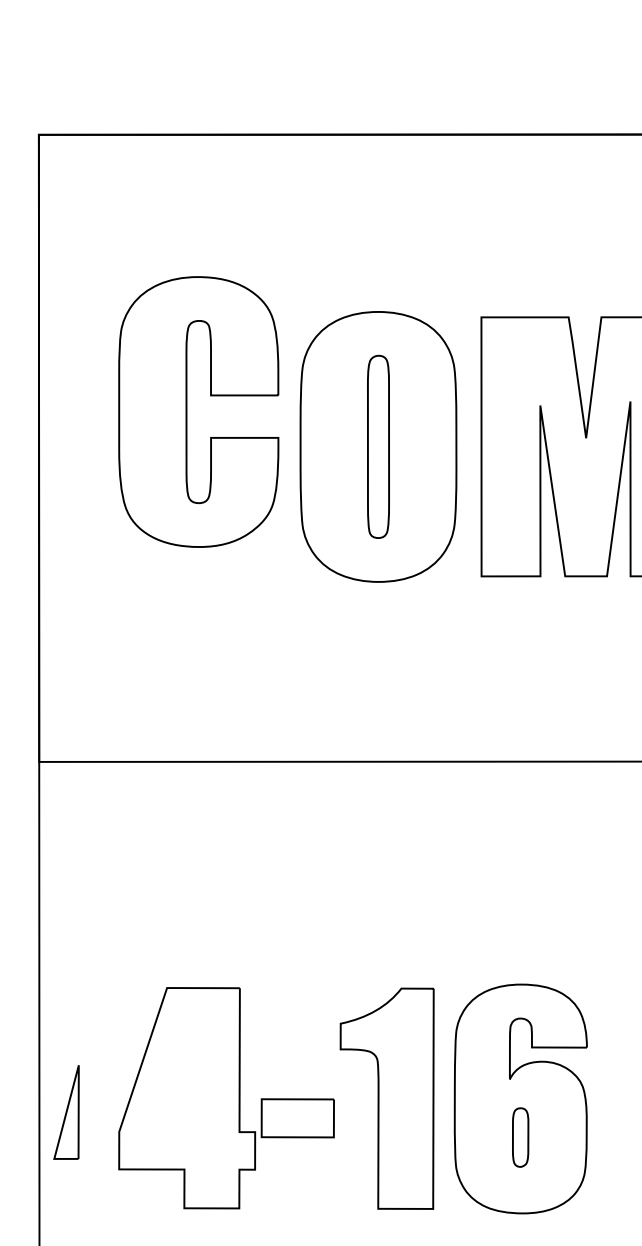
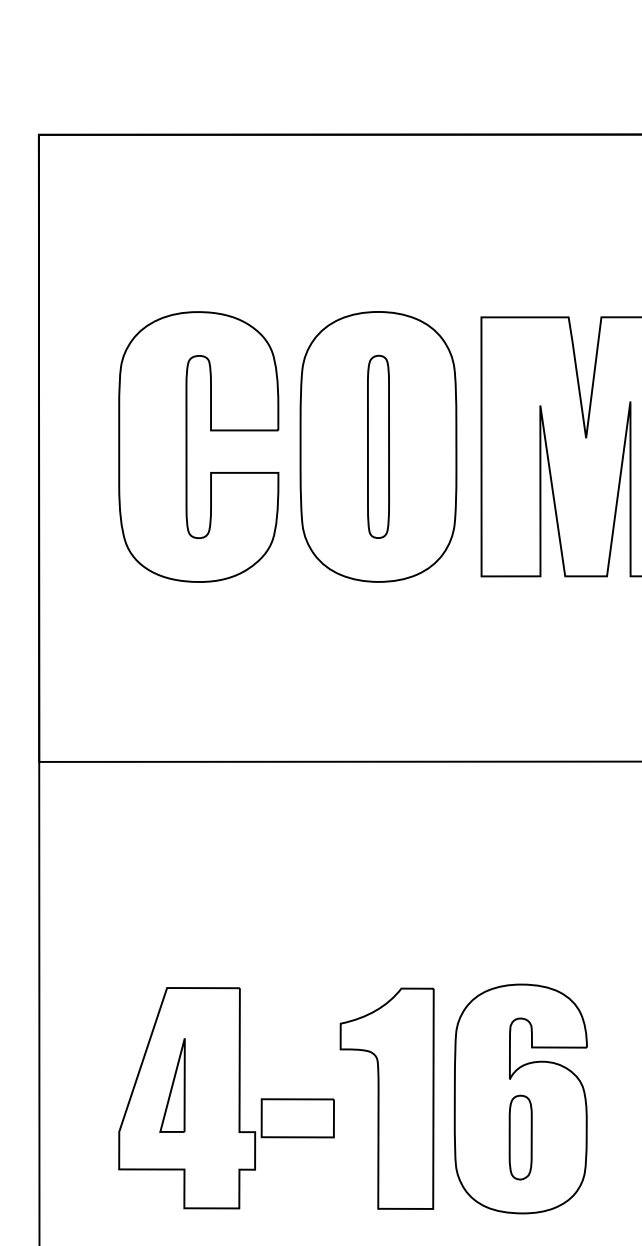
part at (187, 411) position: (187, 411) -> (187, 446)
part at (66, 1112) position: (66, 1112) -> (172, 1085)
part at (520, 1137) size: 18x61 px -> 25x87 px
